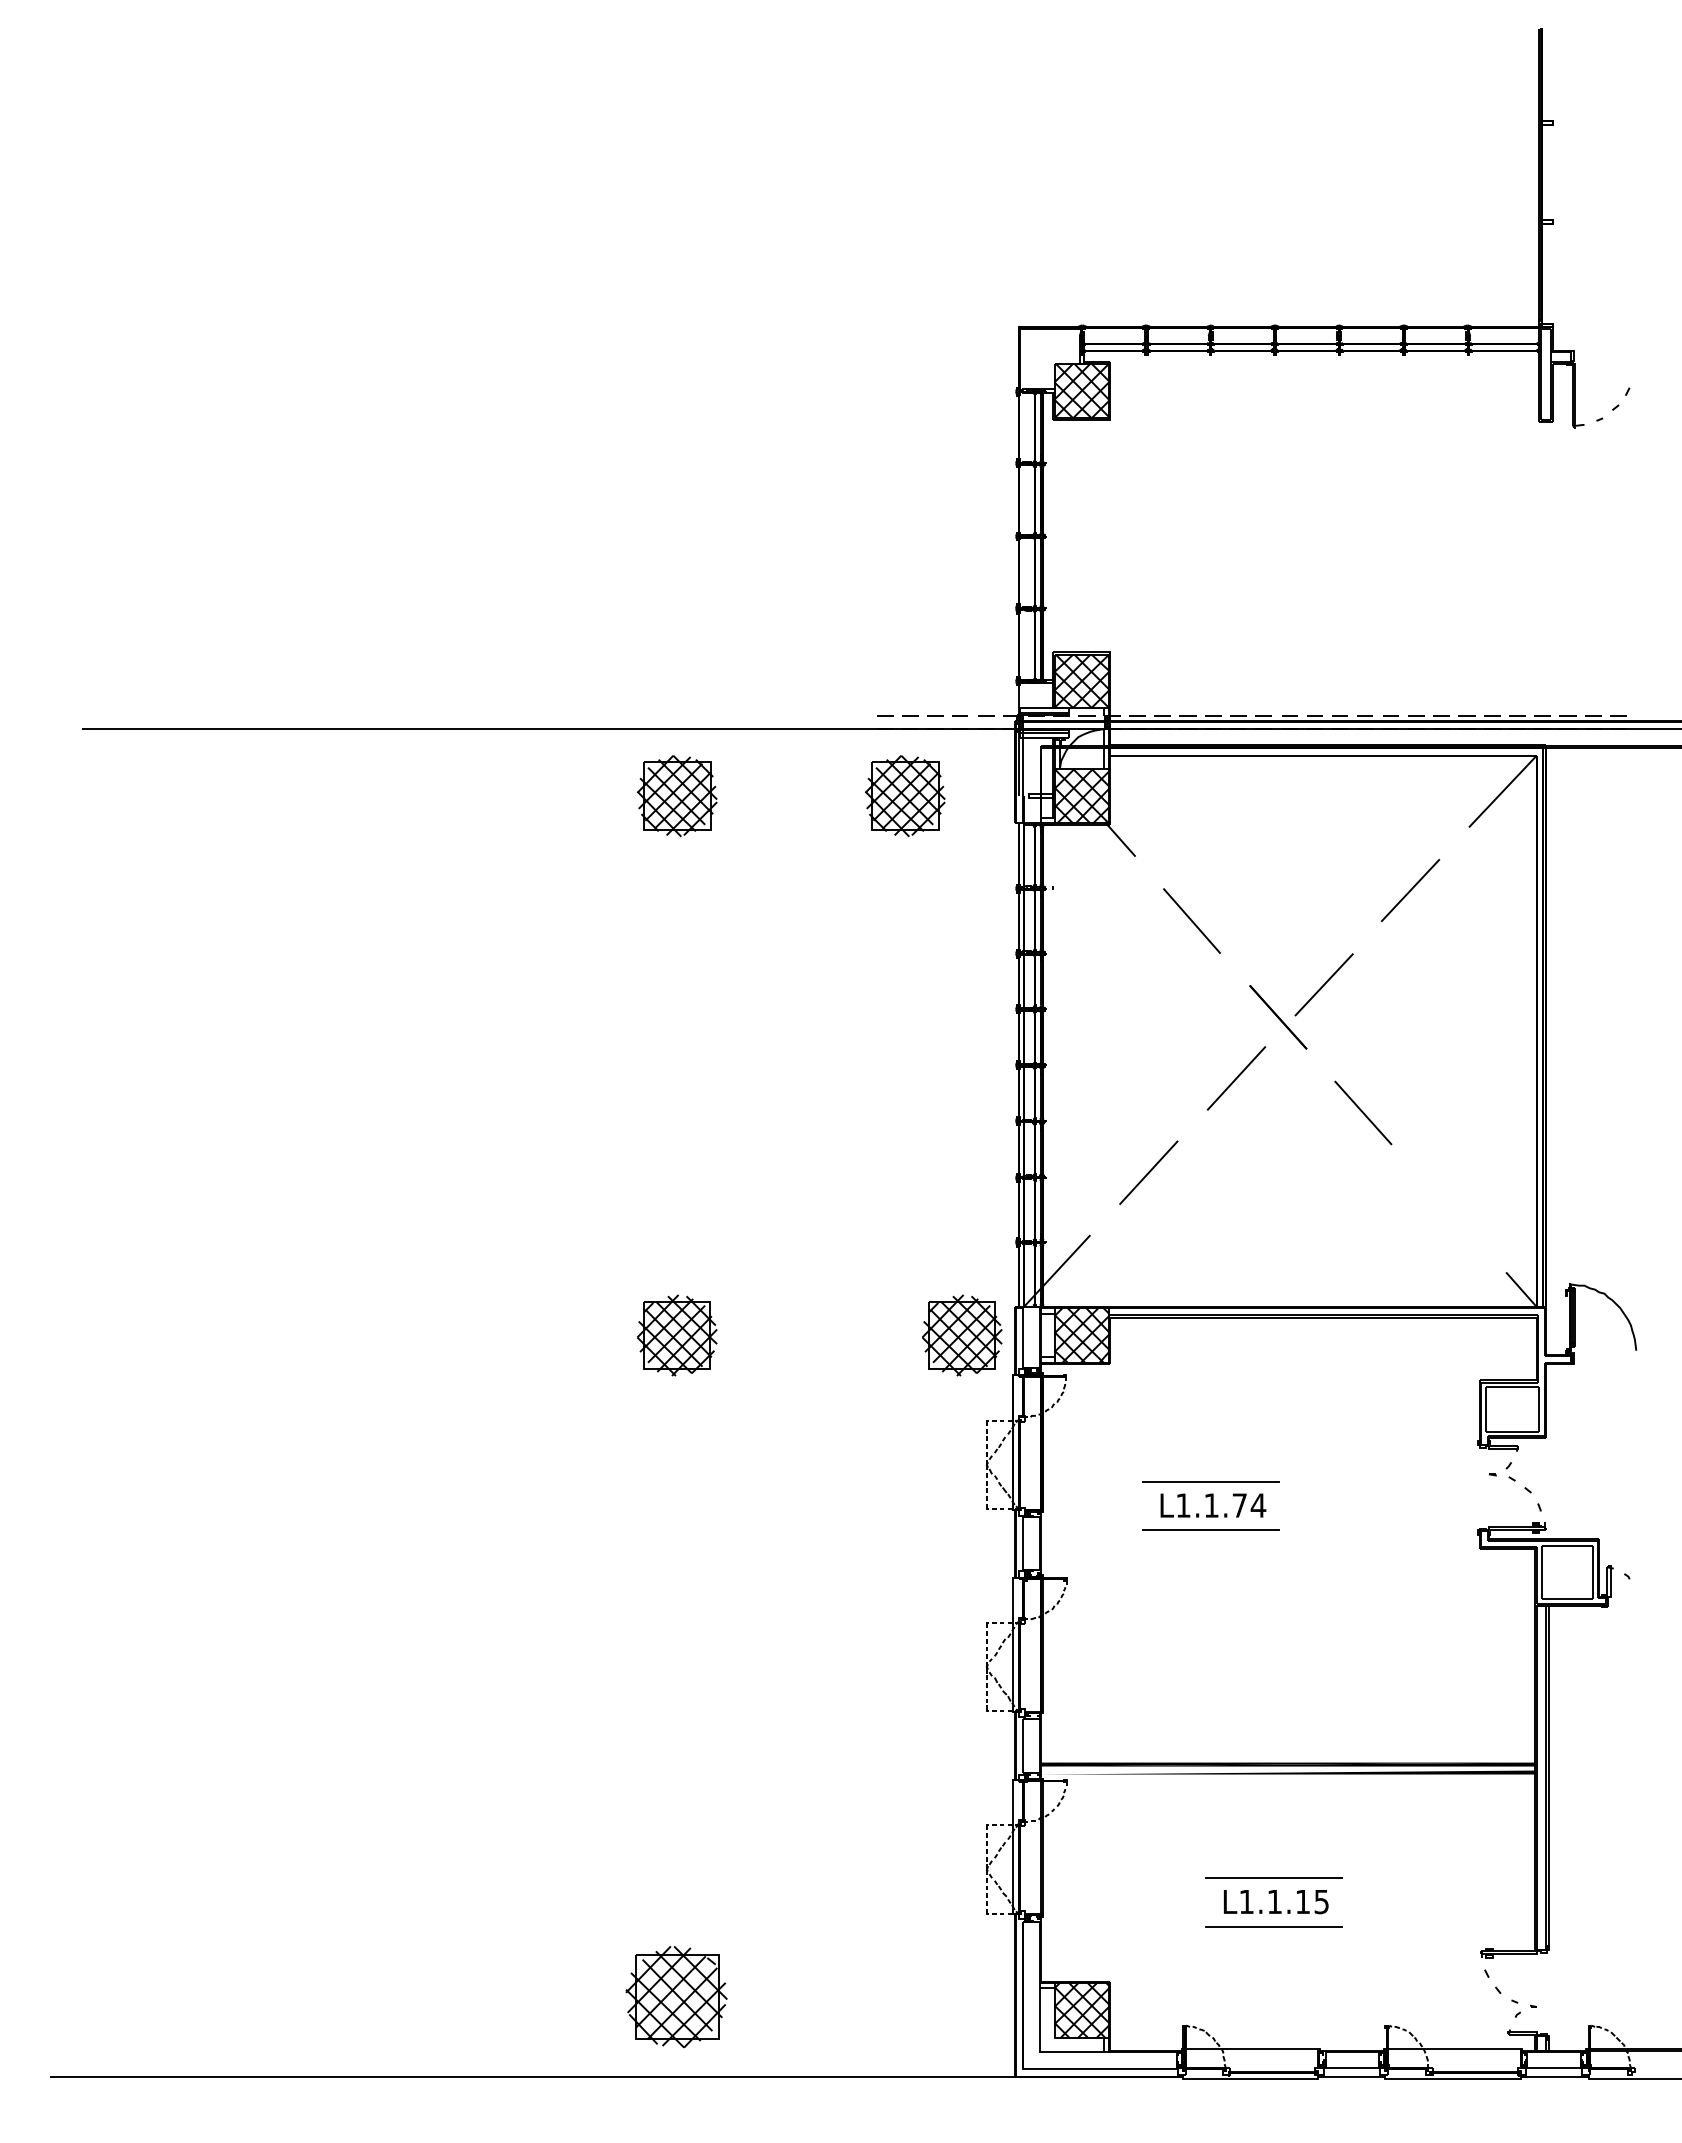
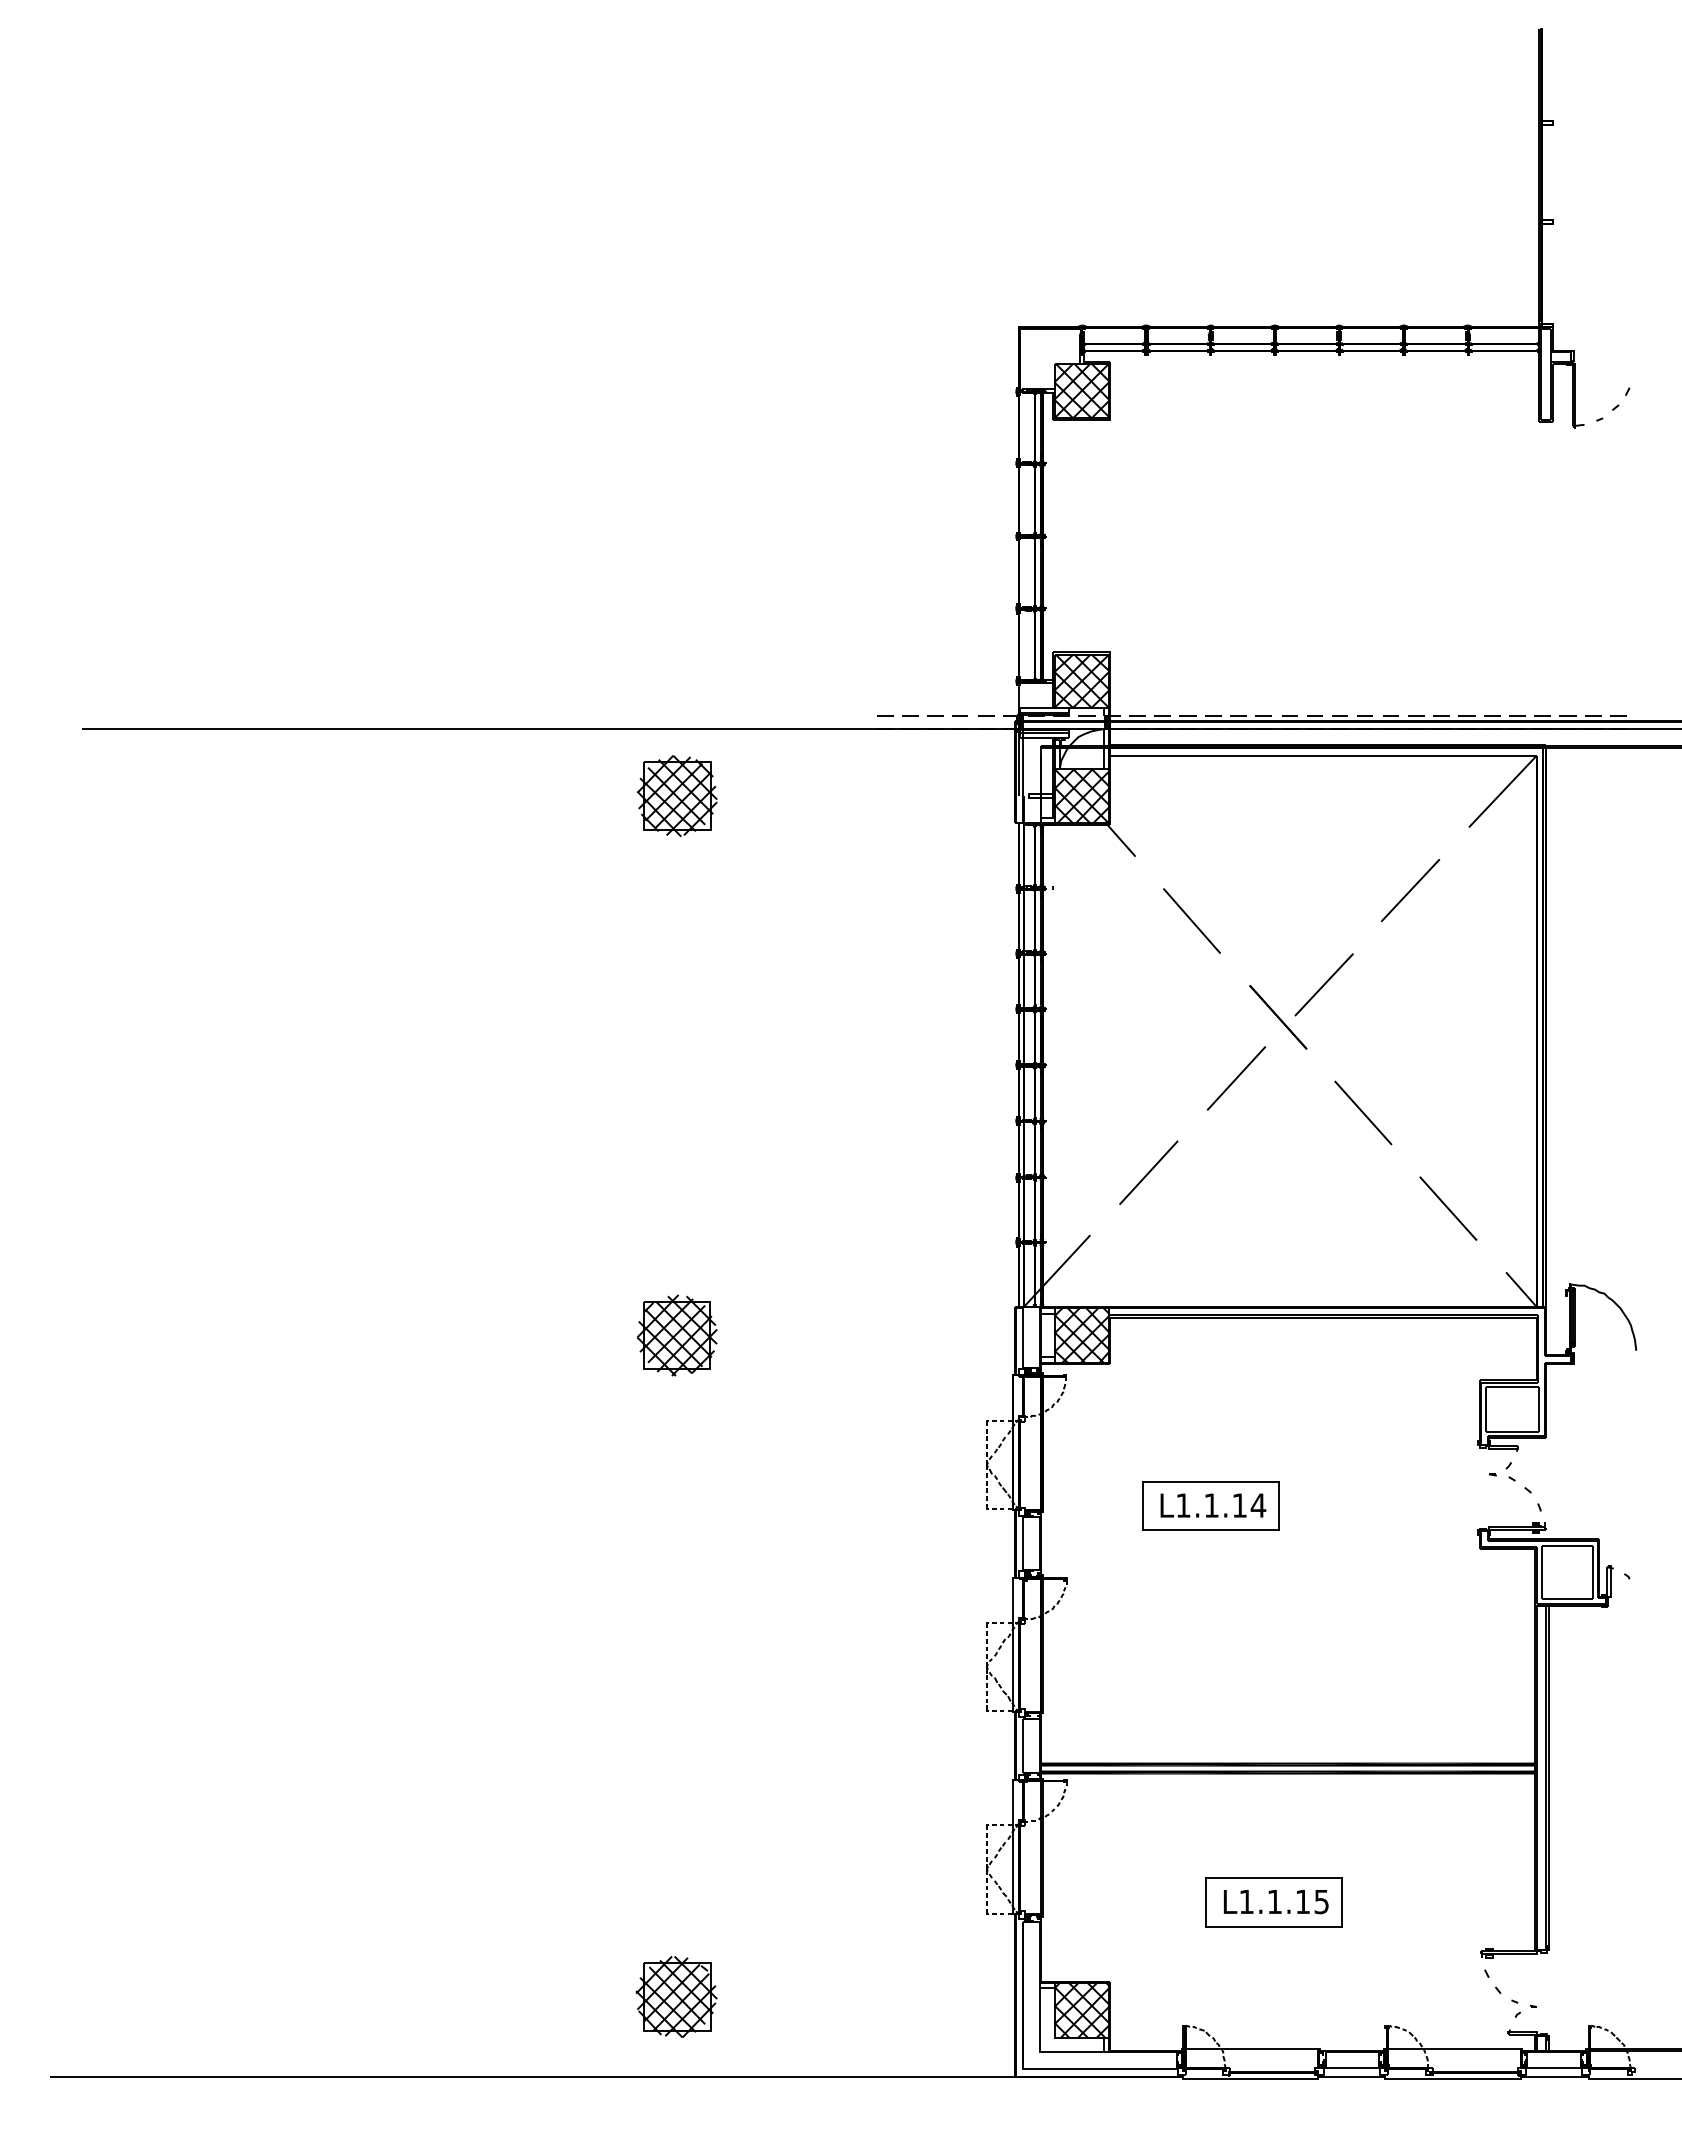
part at (905, 796): present -> none
line at (1448, 1208): none -> present
part at (962, 1335): present -> none
line at (1143, 1505): none -> present
text at (1239, 1505): L1.1.74 -> L1.1.14
line at (1278, 1505): none -> present
fill at (1287, 1772): none -> present
line at (1206, 1902): none -> present
line at (1342, 1902): none -> present
part at (676, 1997) size: 103x103 px -> 83x82 px
